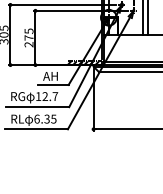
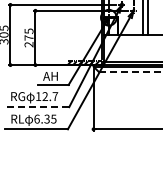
line at (130, 72): solid -> dashed
line at (37, 107): solid -> dashed
